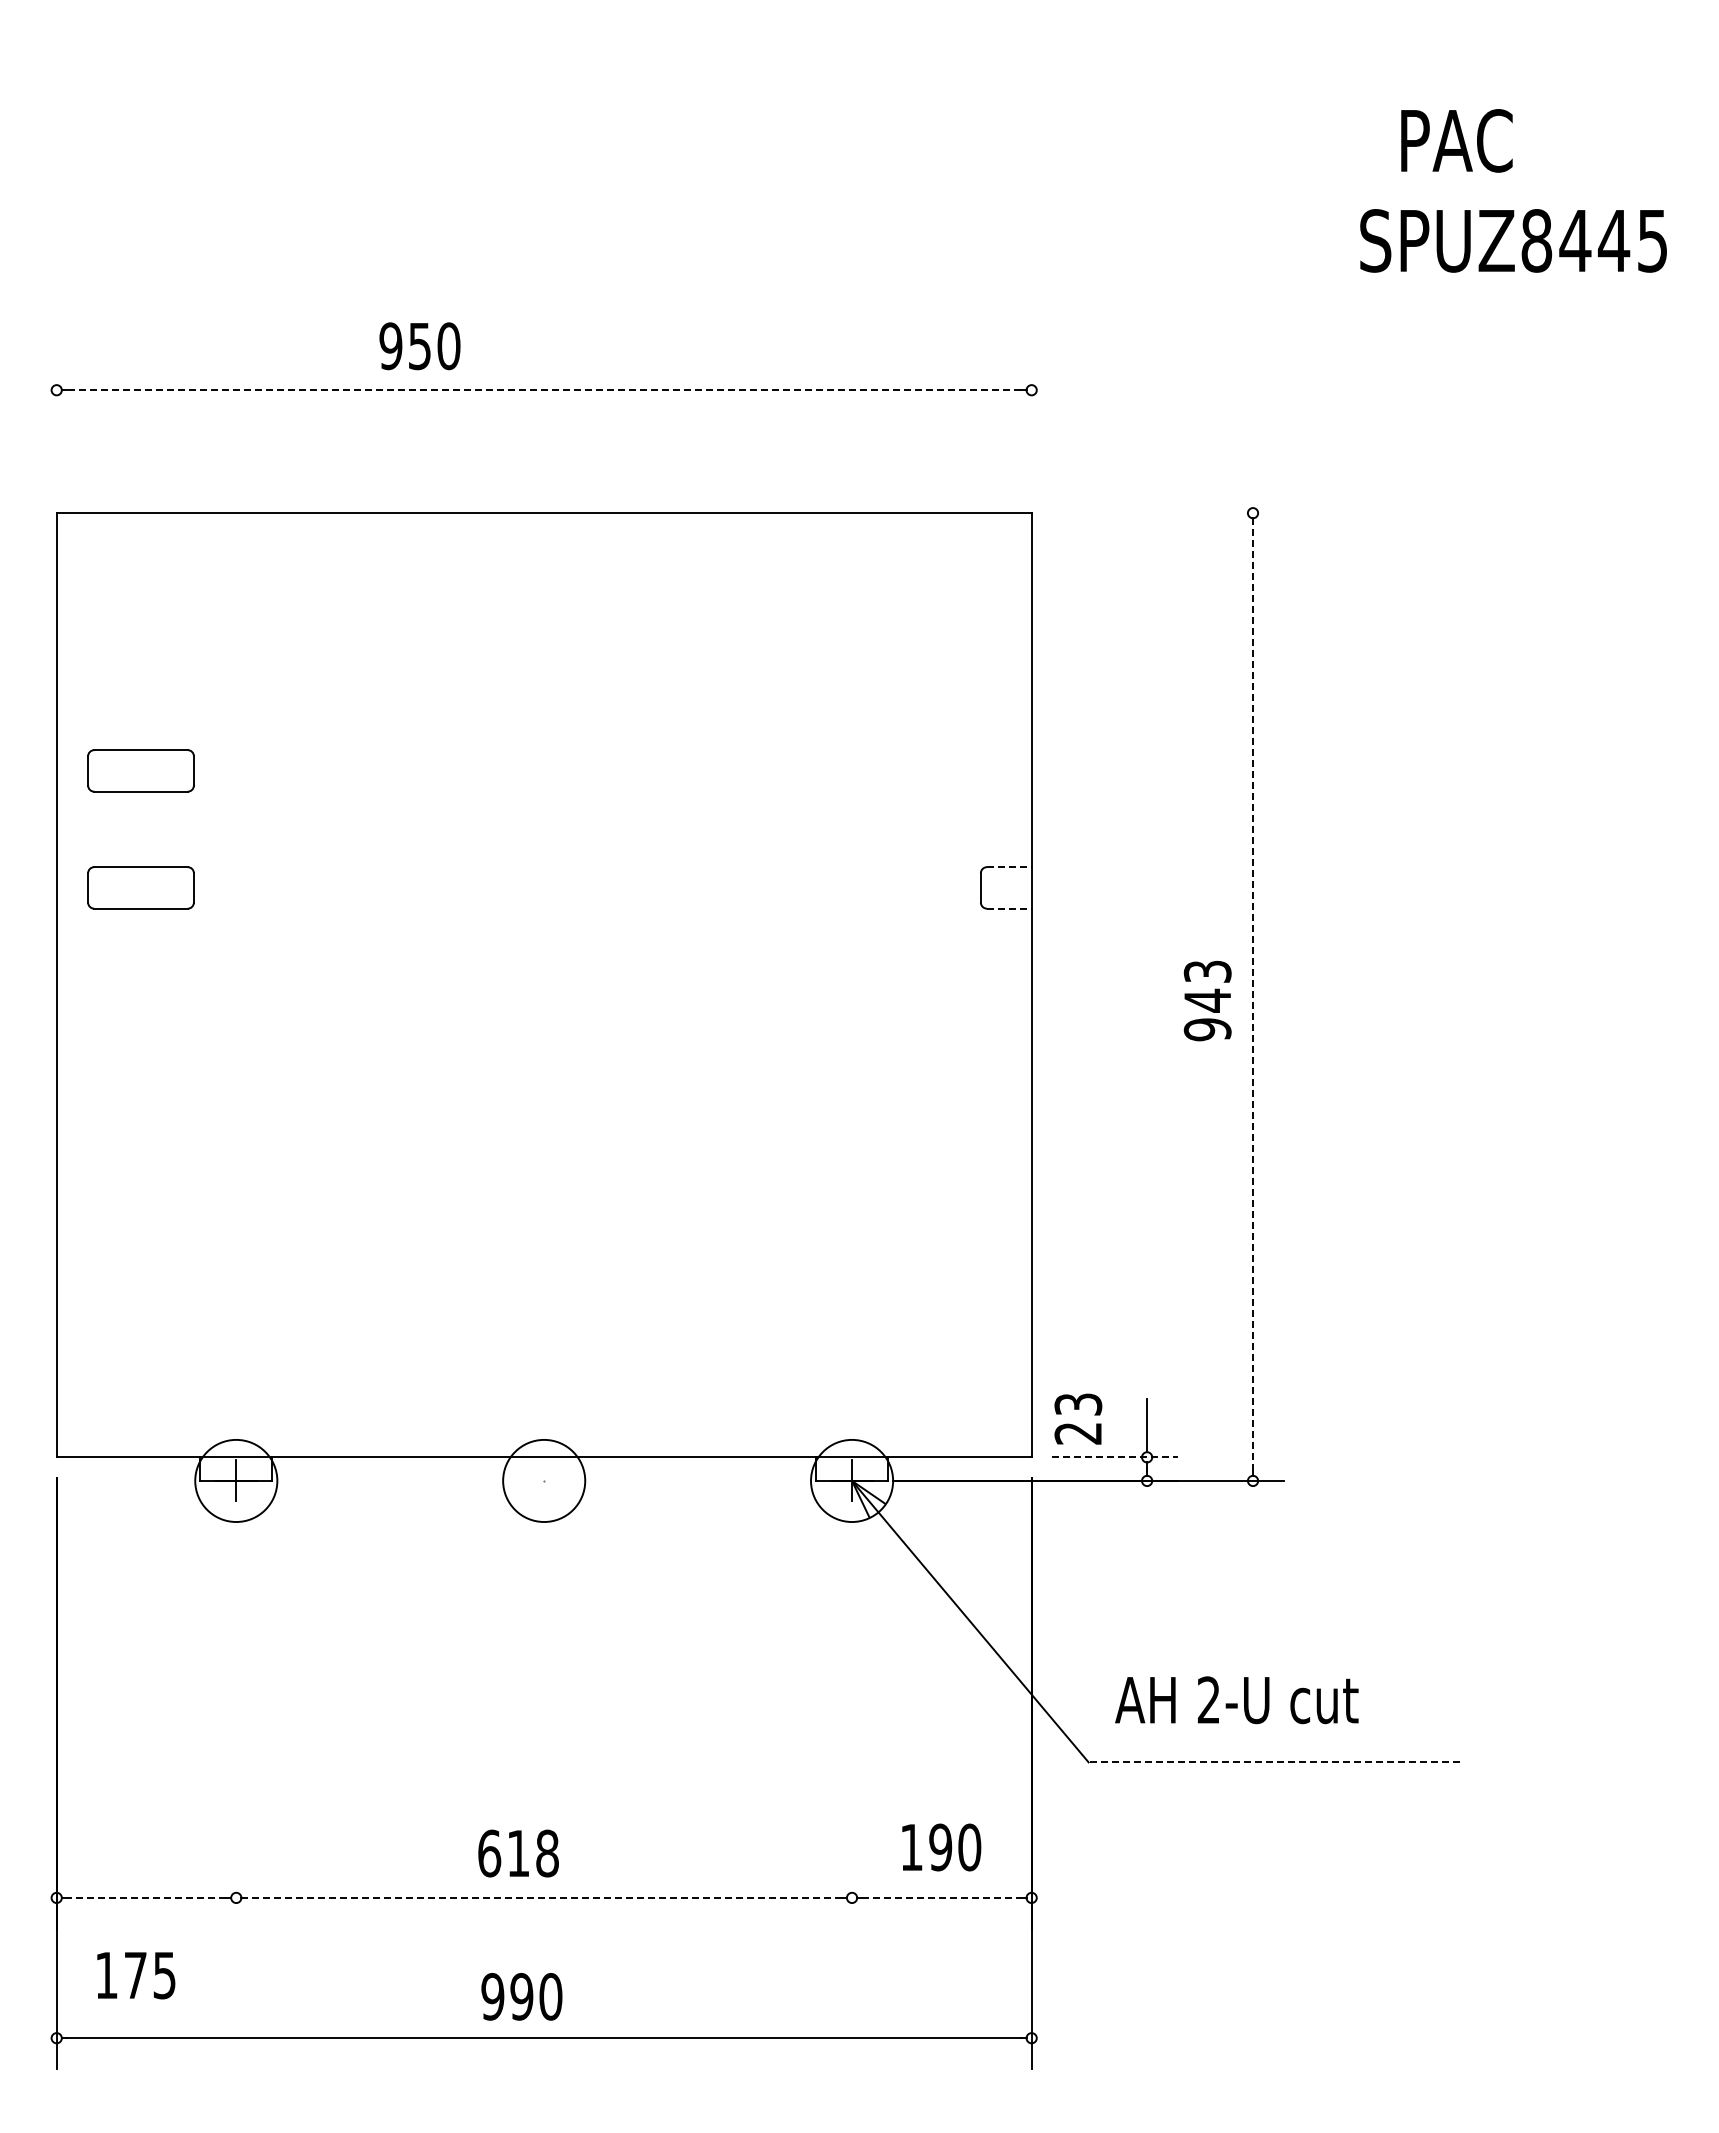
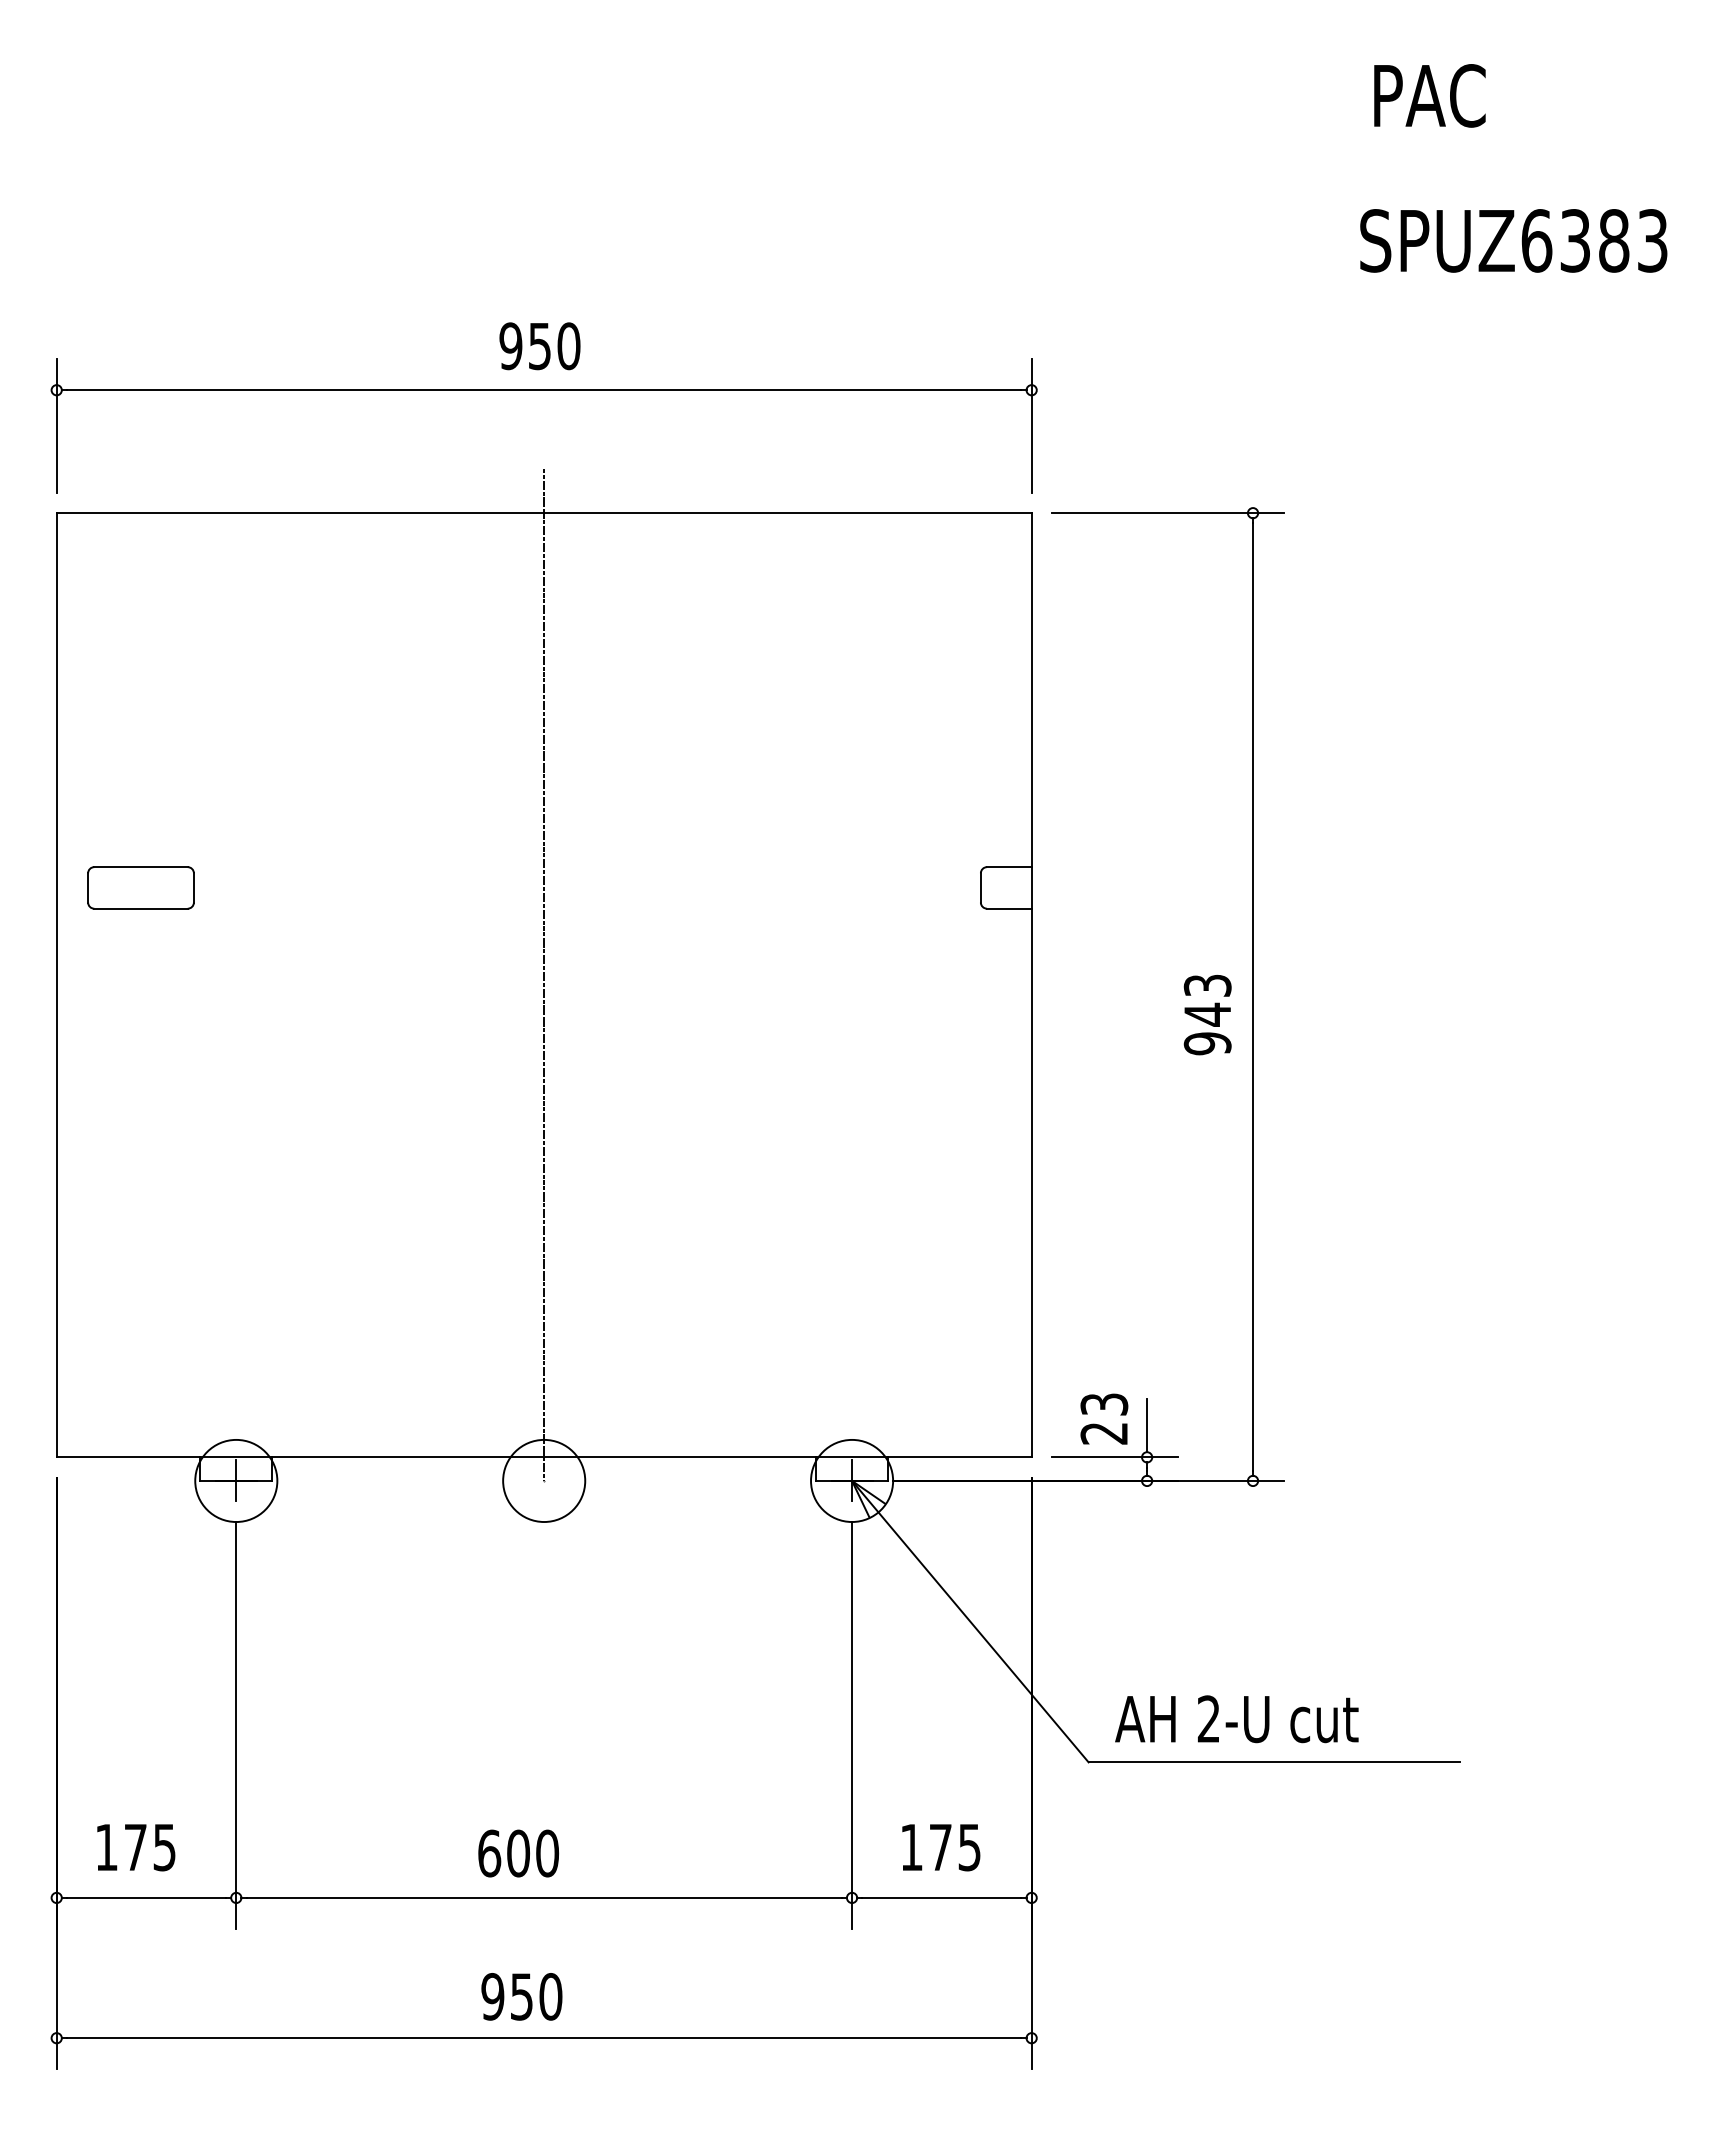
text at (1456, 140) position: (1456, 140) -> (1429, 95)
text at (1594, 240): SPUZ8445 -> SPUZ6383
text at (419, 346) position: (419, 346) -> (539, 346)
line at (543, 390): dashed -> solid
line at (56, 425): none -> present
line at (1031, 425): none -> present
line at (1167, 513): none -> present
part at (140, 770): present -> none
line at (1009, 867): dashed -> solid
line at (1009, 908): dashed -> solid
line at (544, 974): none -> present
line at (1253, 997): dashed -> solid
text at (1207, 1001) position: (1207, 1001) -> (1207, 1015)
text at (1078, 1418) position: (1078, 1418) -> (1104, 1418)
line at (1115, 1457): dashed -> solid
text at (1236, 1700) position: (1236, 1700) -> (1236, 1719)
line at (236, 1725): none -> present
line at (852, 1725): none -> present
line at (1274, 1762): dashed -> solid
text at (955, 1847): 190 -> 175
text at (533, 1853): 618 -> 600
line at (146, 1897): dashed -> solid
line at (544, 1897): dashed -> solid
line at (941, 1897): dashed -> solid
text at (136, 1975) position: (136, 1975) -> (136, 1847)
text at (521, 1996): 990 -> 950
